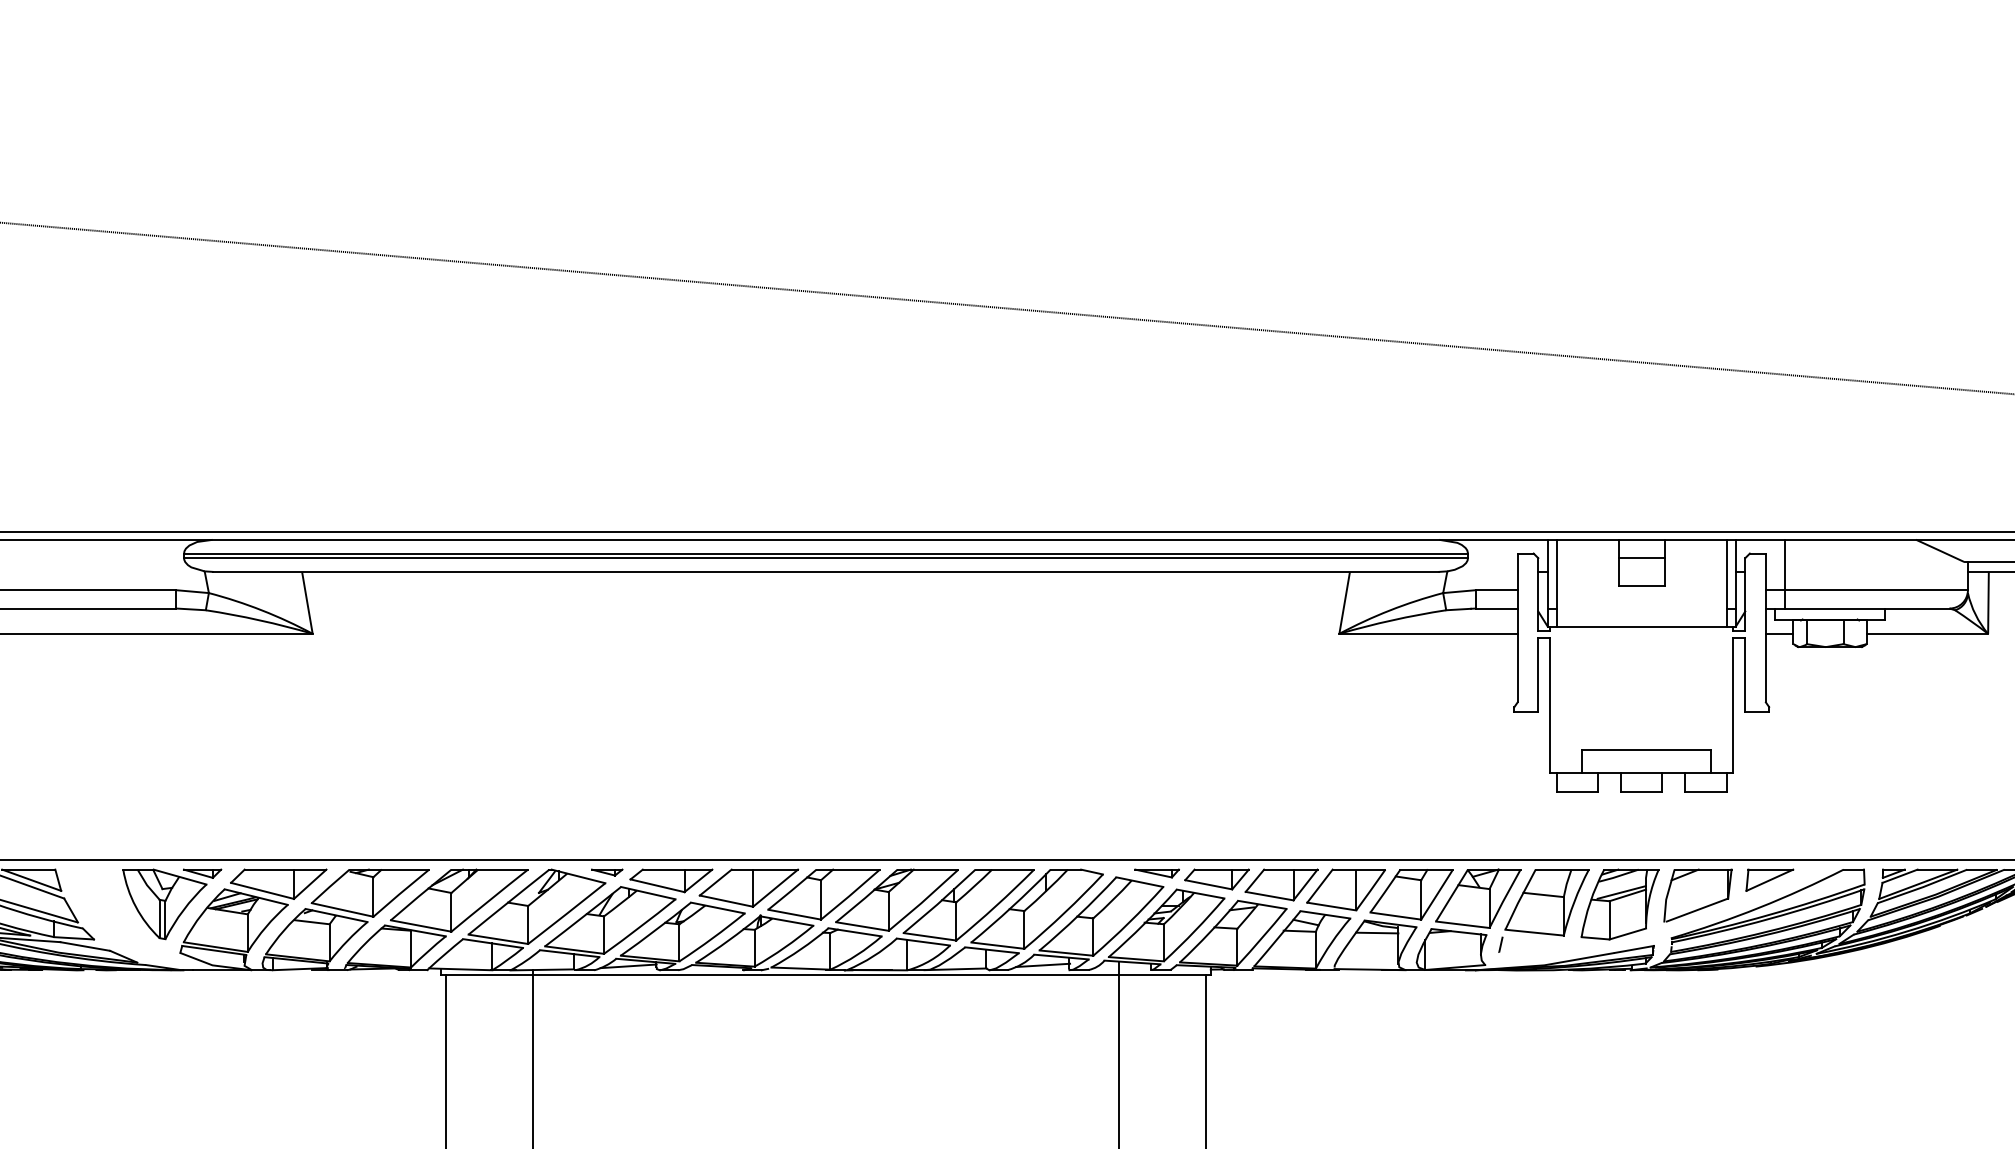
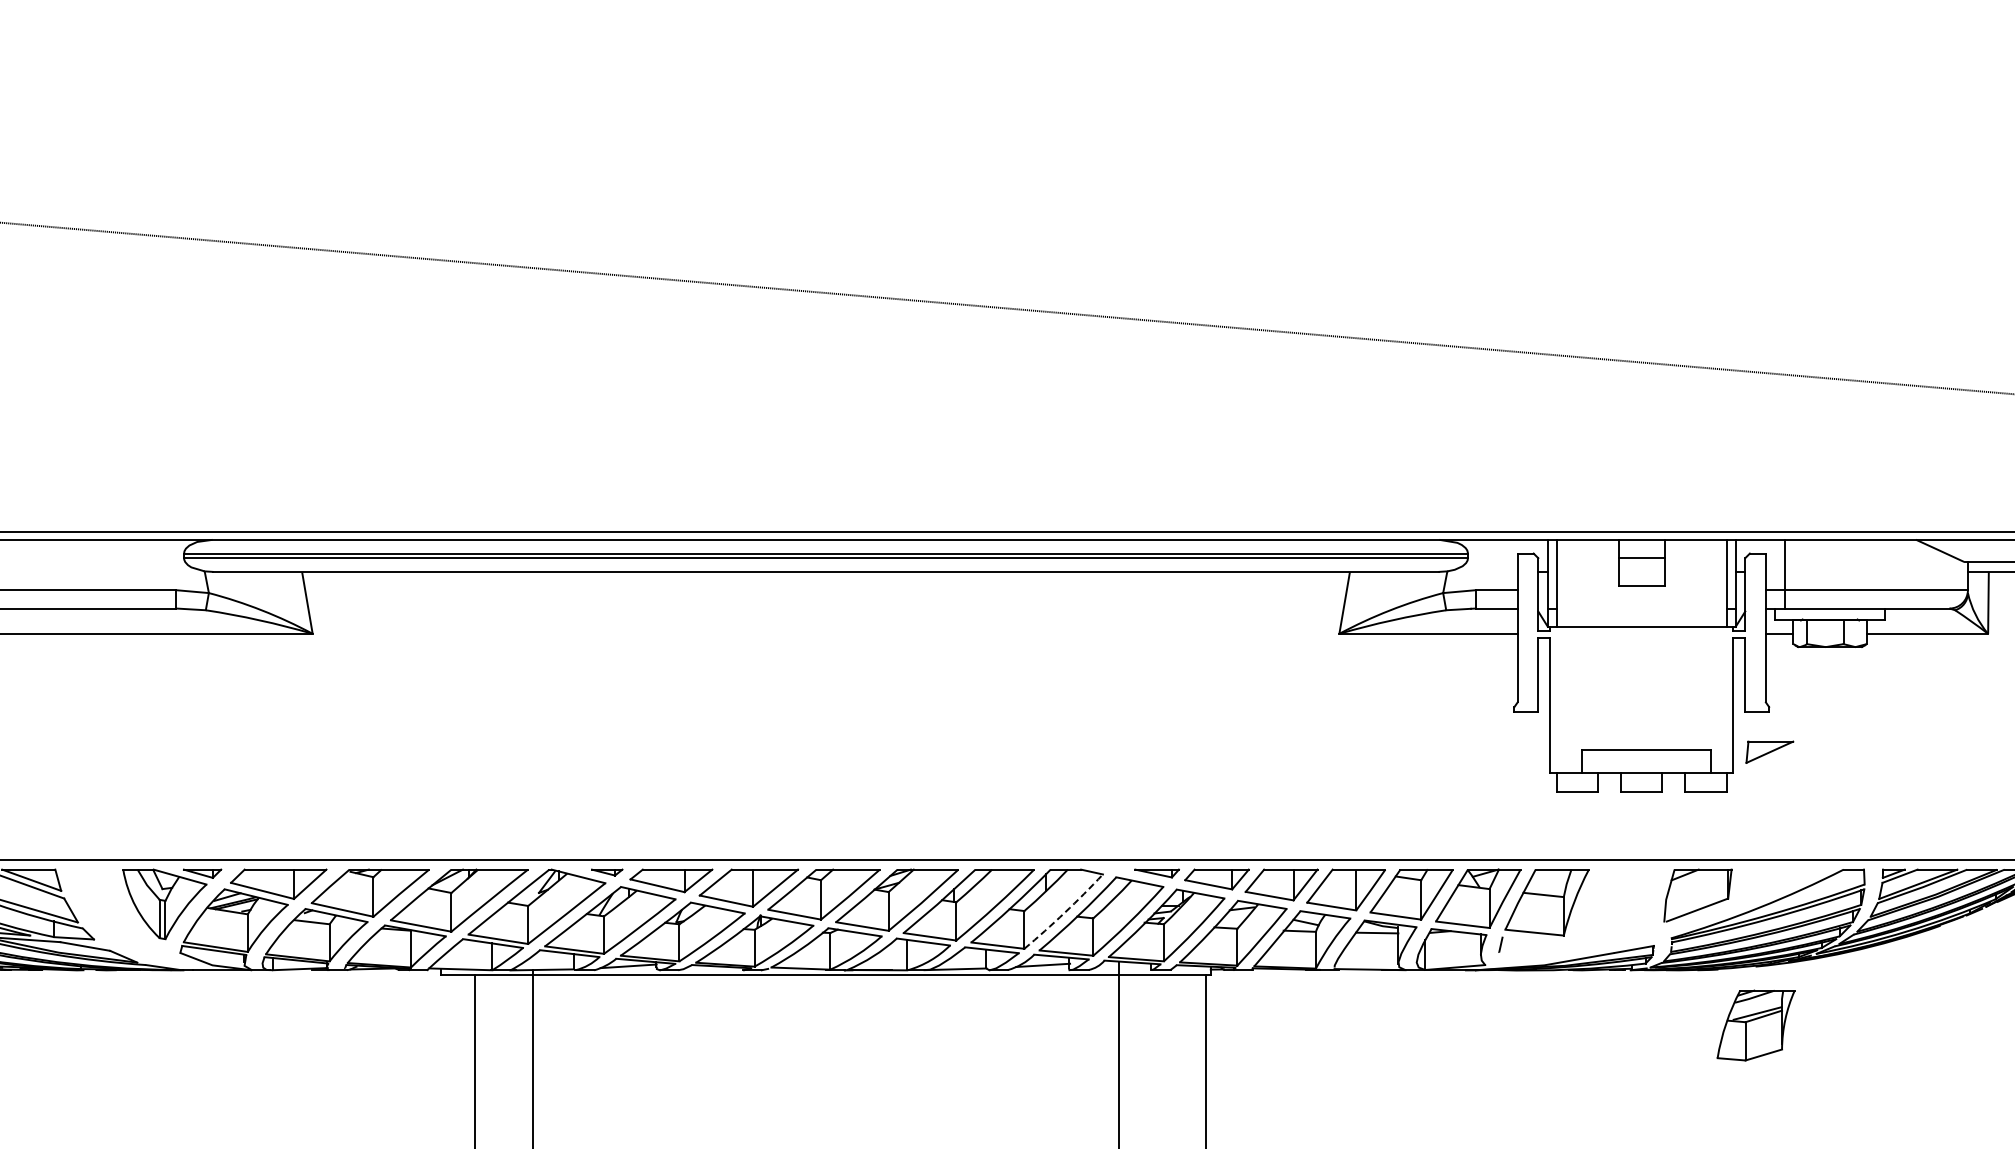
part at (1769, 879) position: (1769, 879) -> (1769, 751)
part at (1619, 904) position: (1619, 904) -> (1755, 1025)
arc at (1064, 912): solid -> dashed
line at (445, 1059) position: (445, 1059) -> (474, 1059)
